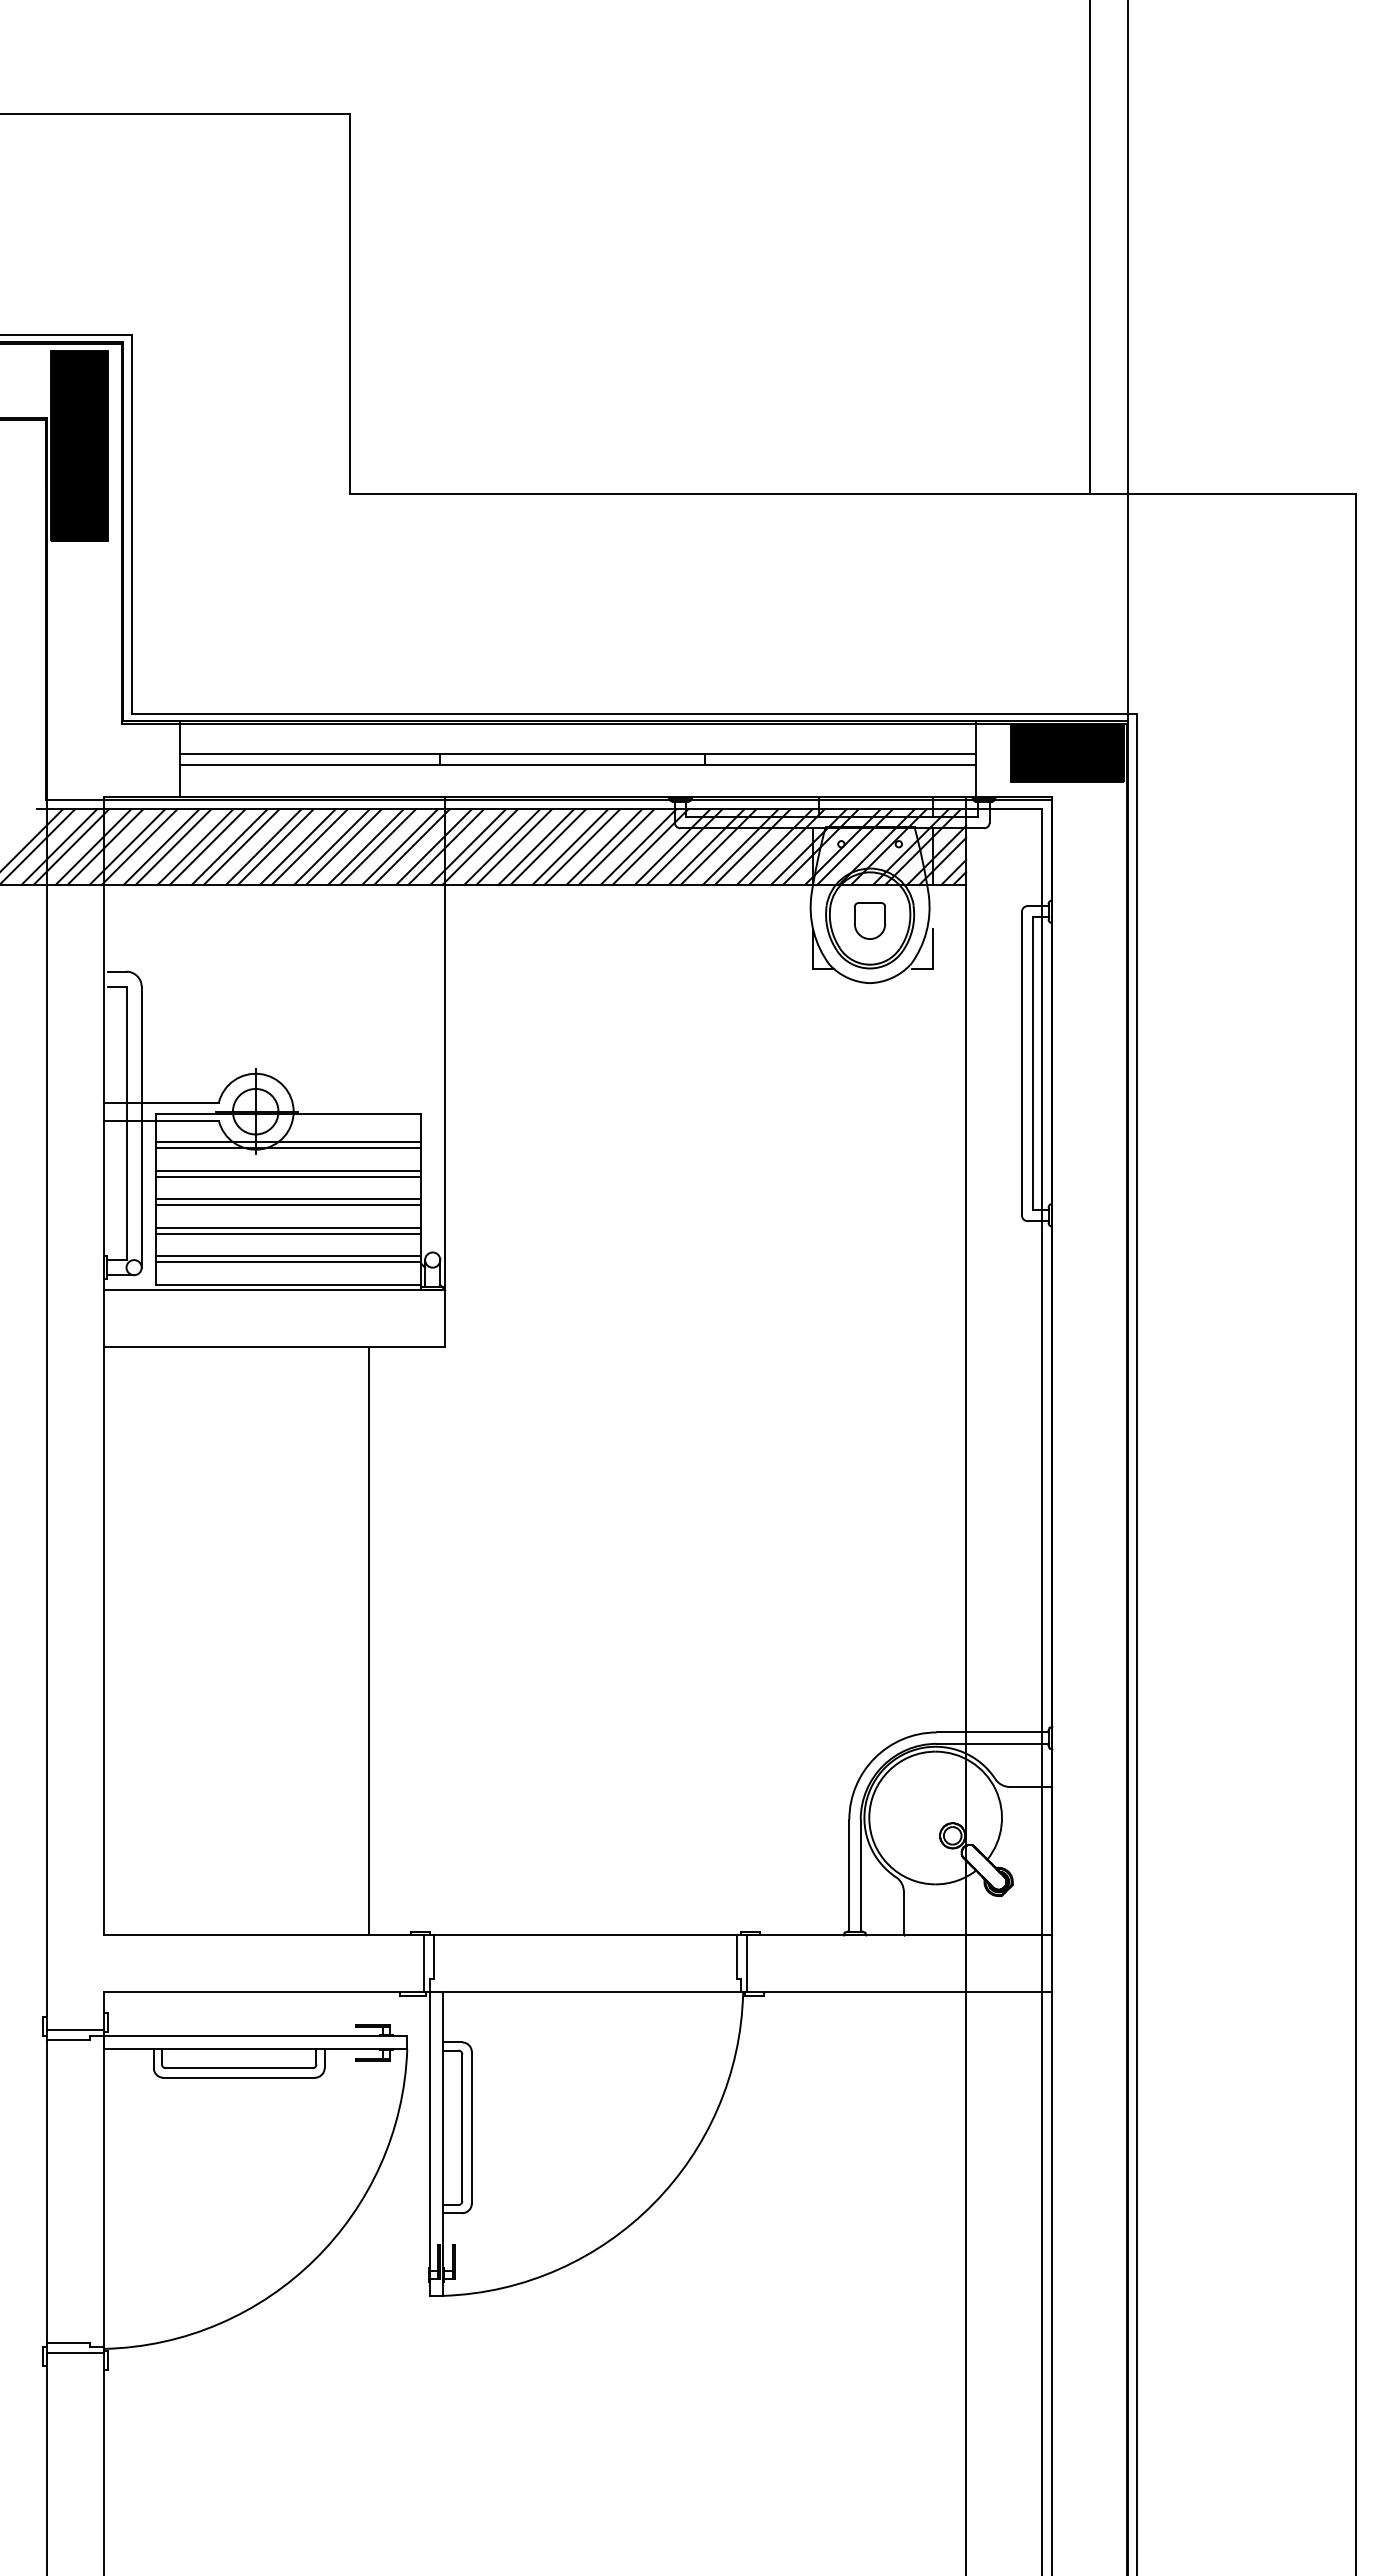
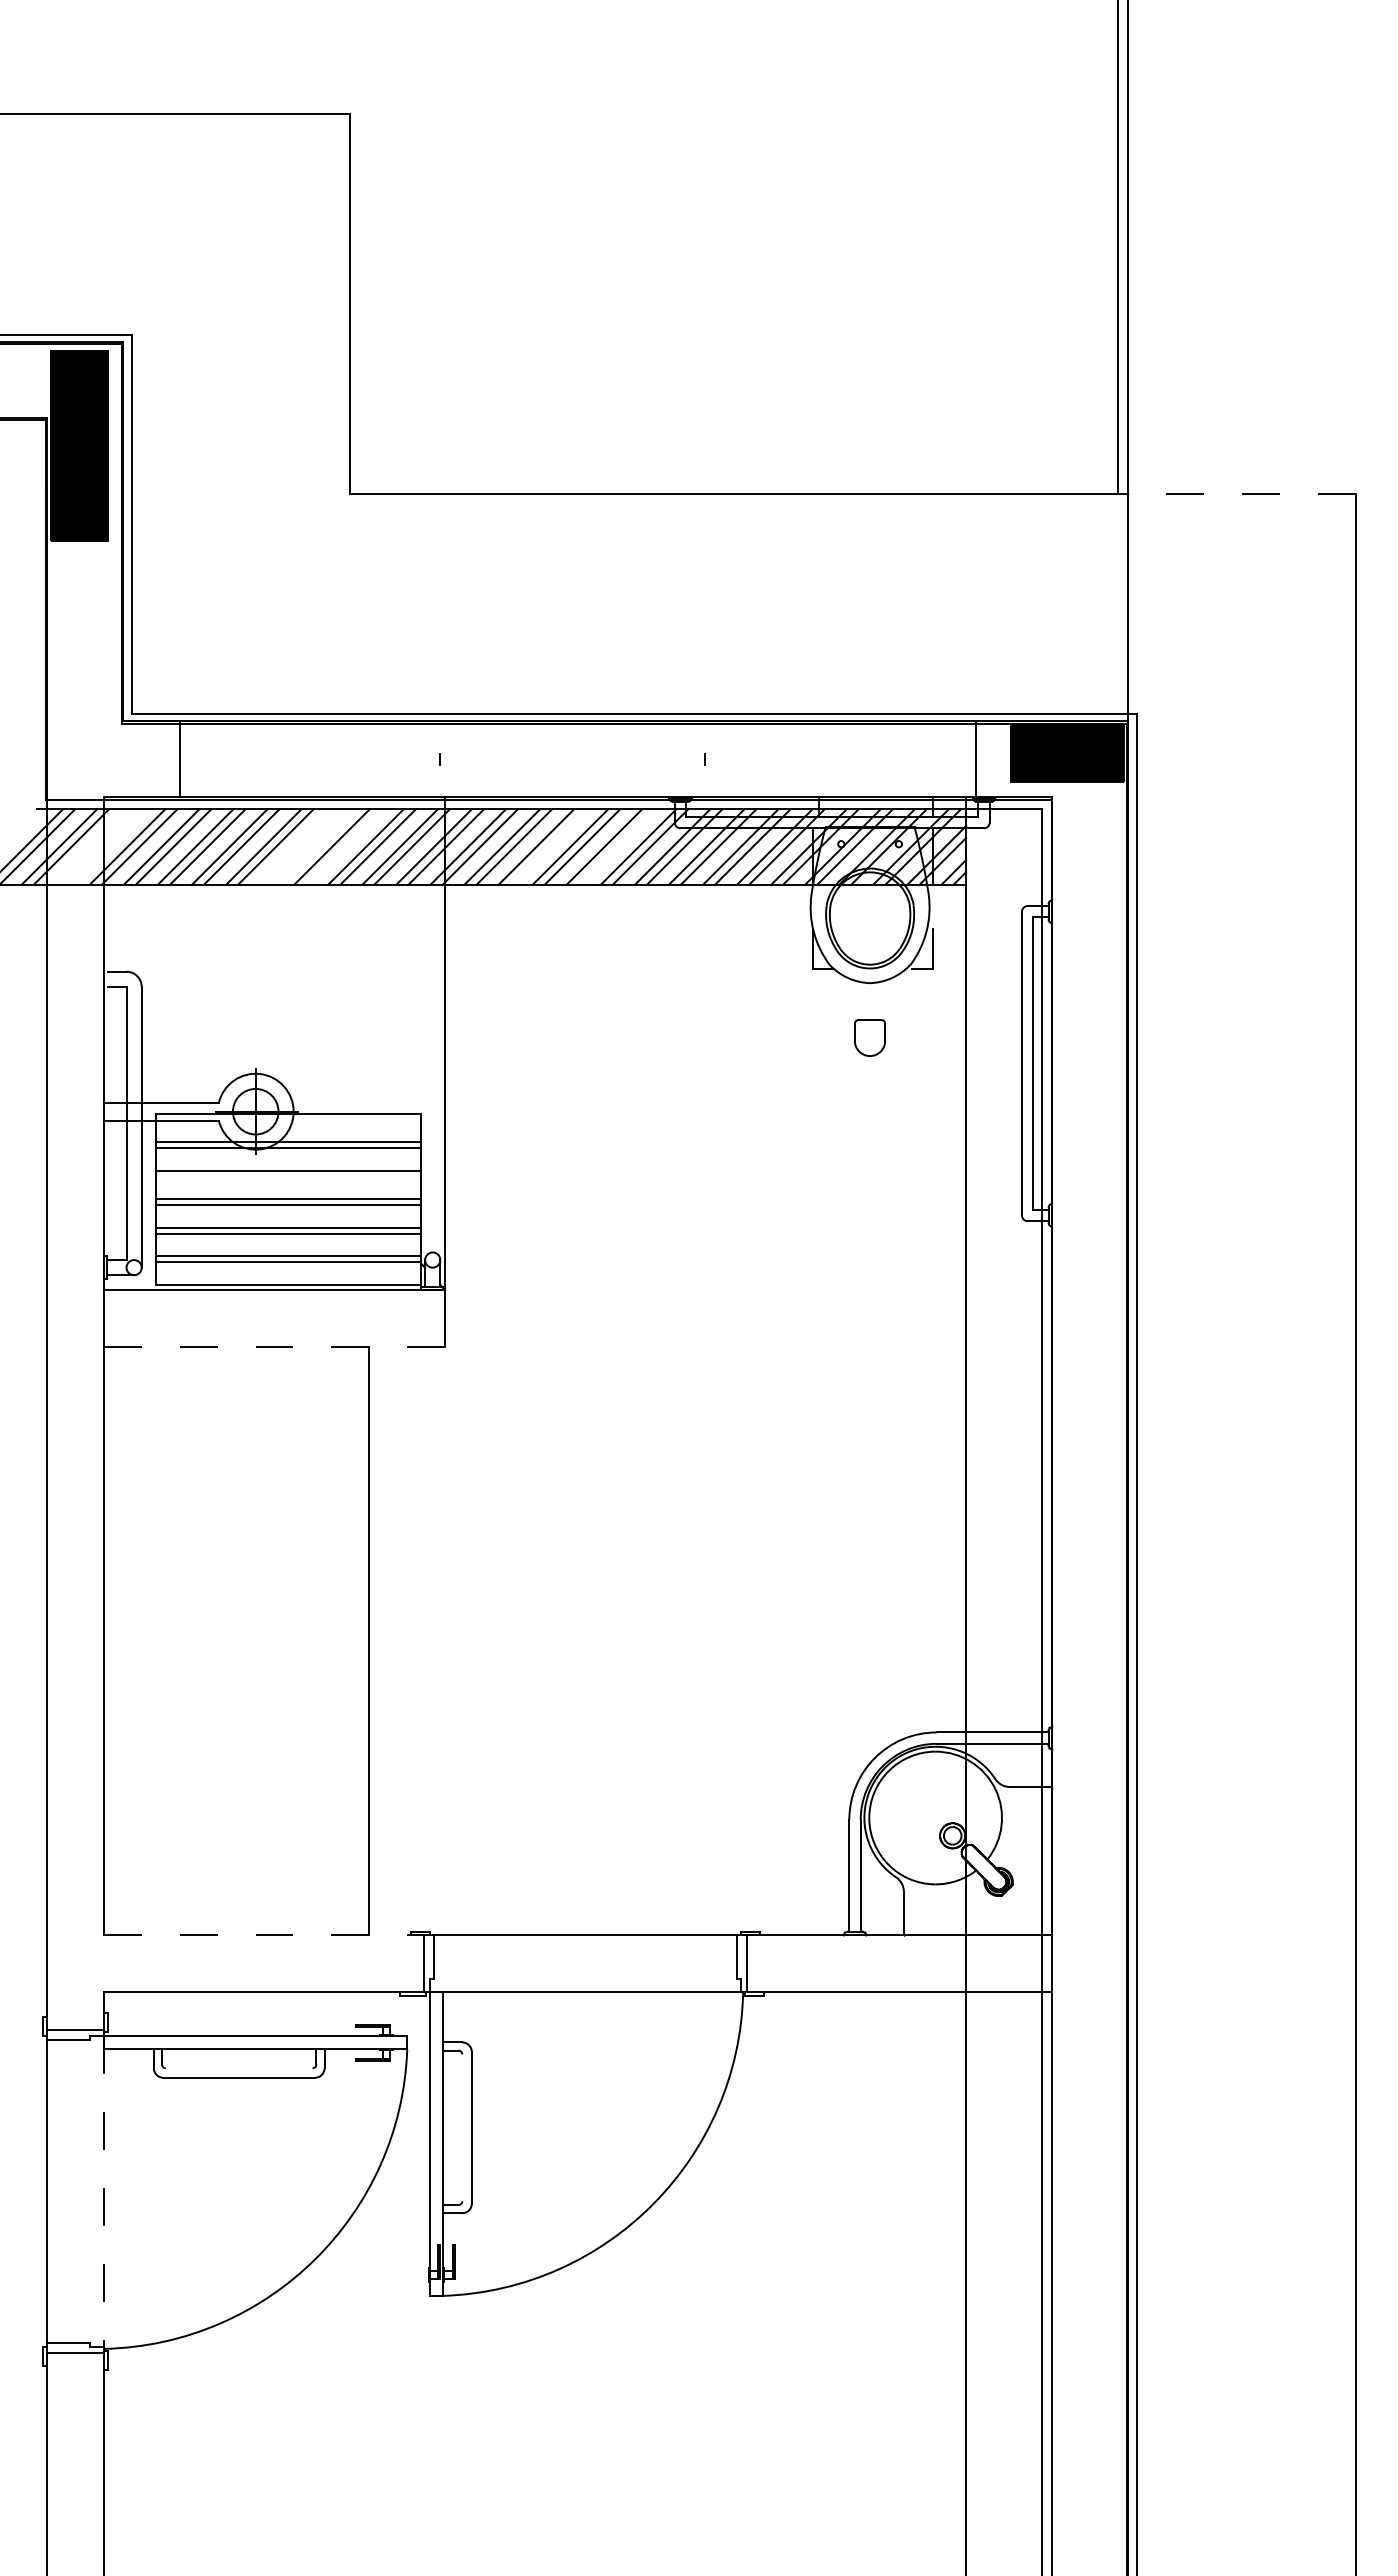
line at (1090, 247) position: (1090, 247) -> (1118, 247)
line at (1242, 493): solid -> dashed
line at (577, 753): present -> none
line at (577, 764): present -> none
line at (93, 847): present -> none
line at (105, 847): present -> none
line at (297, 847): present -> none
line at (309, 847): present -> none
line at (343, 847): present -> none
line at (548, 847): present -> none
line at (616, 847): present -> none
part at (870, 920) position: (870, 920) -> (870, 1037)
line at (288, 1176): present -> none
line at (274, 1347): solid -> dashed
line at (264, 1935): solid -> dashed
line at (238, 2068): present -> none
line at (462, 2127): present -> none
line at (103, 2191): solid -> dashed
